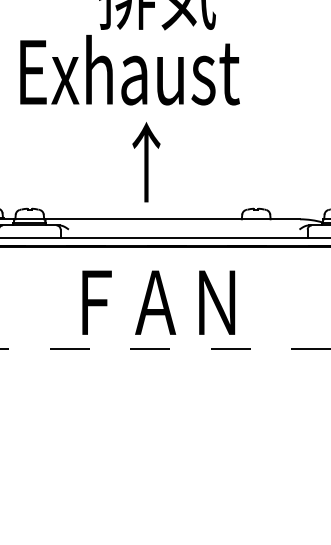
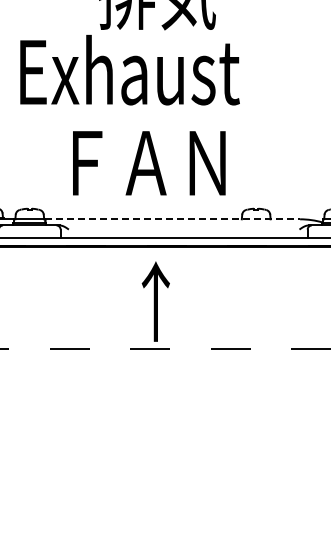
text at (149, 162): ↑ -> ＦＡＮ
line at (173, 219): solid -> dashed
text at (158, 301): ＦＡＮ -> ↑
